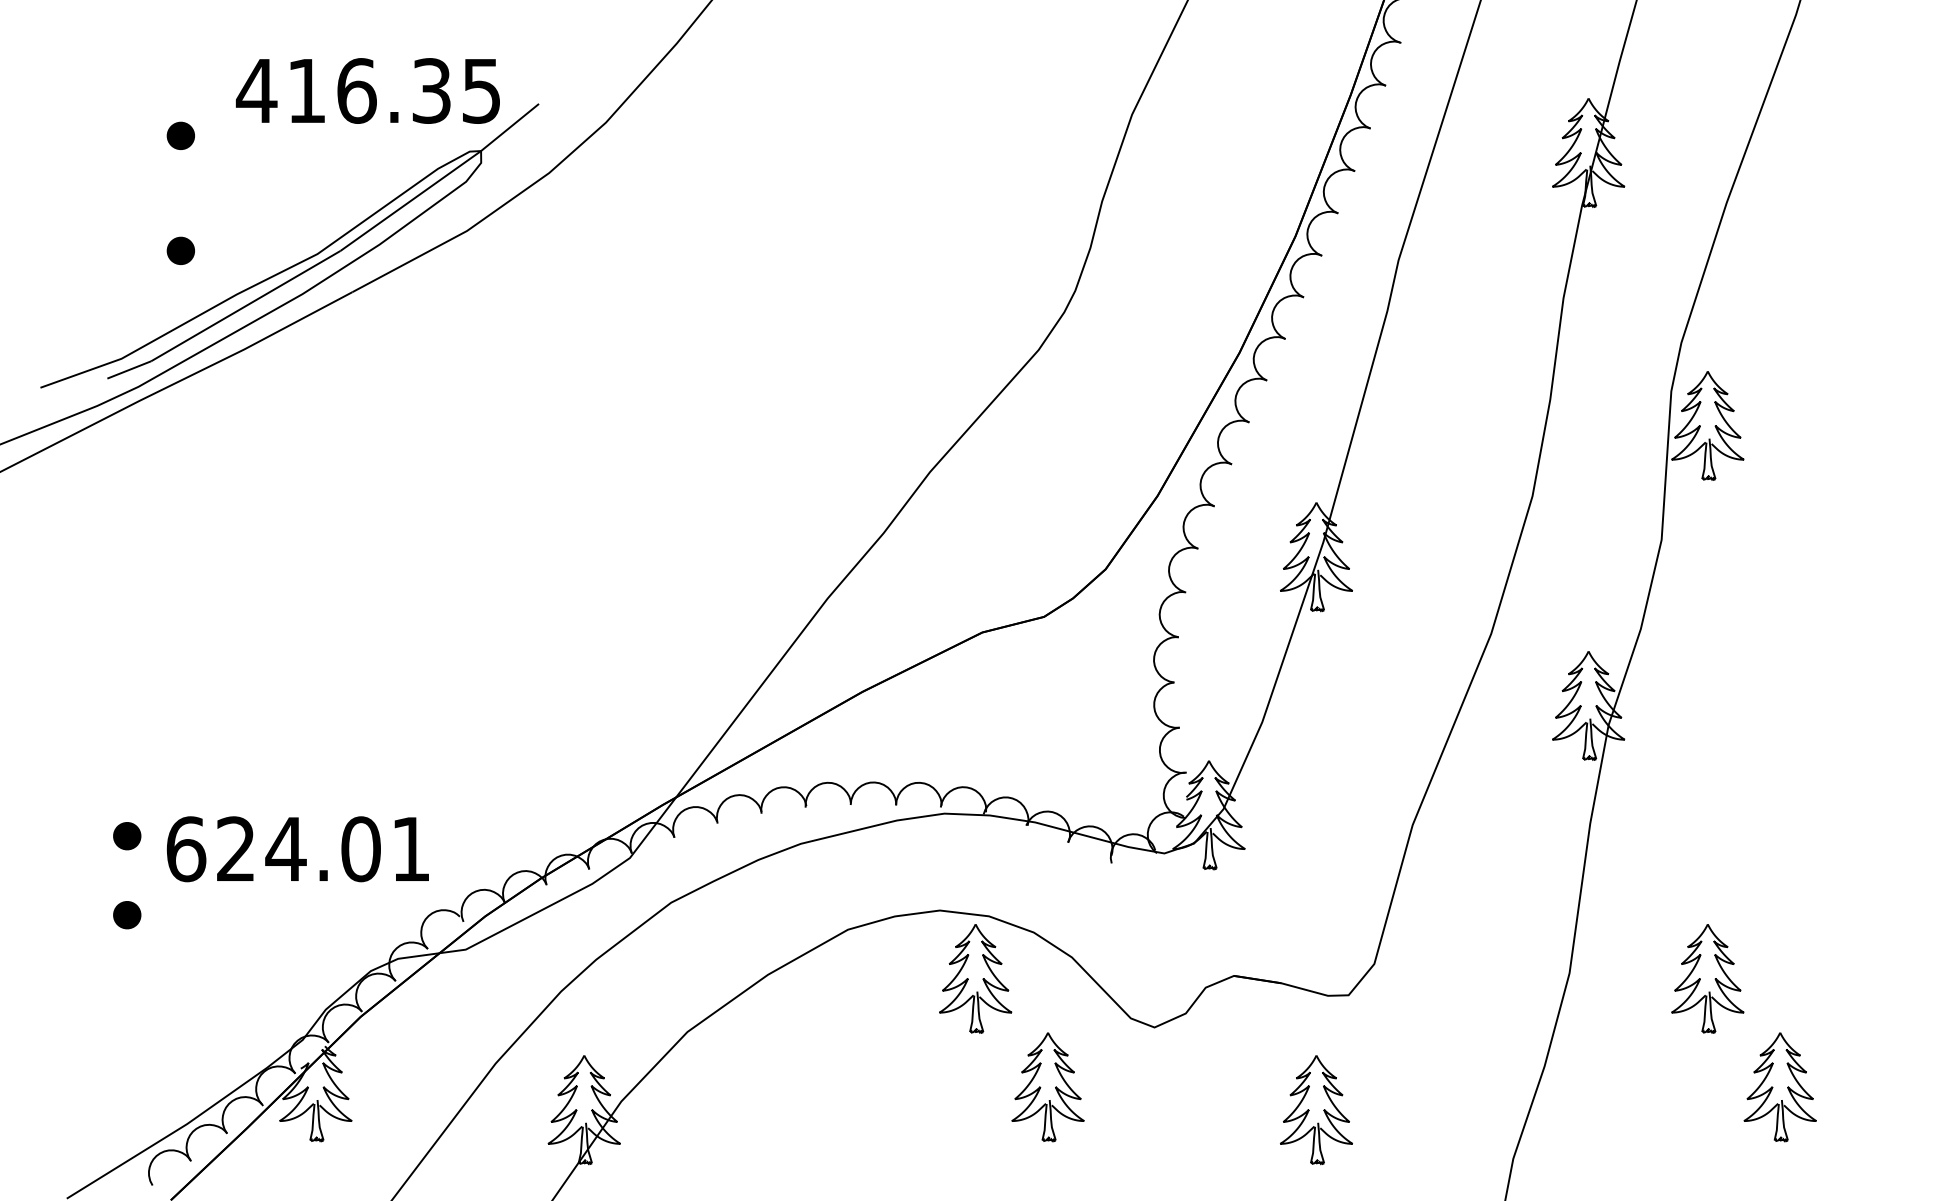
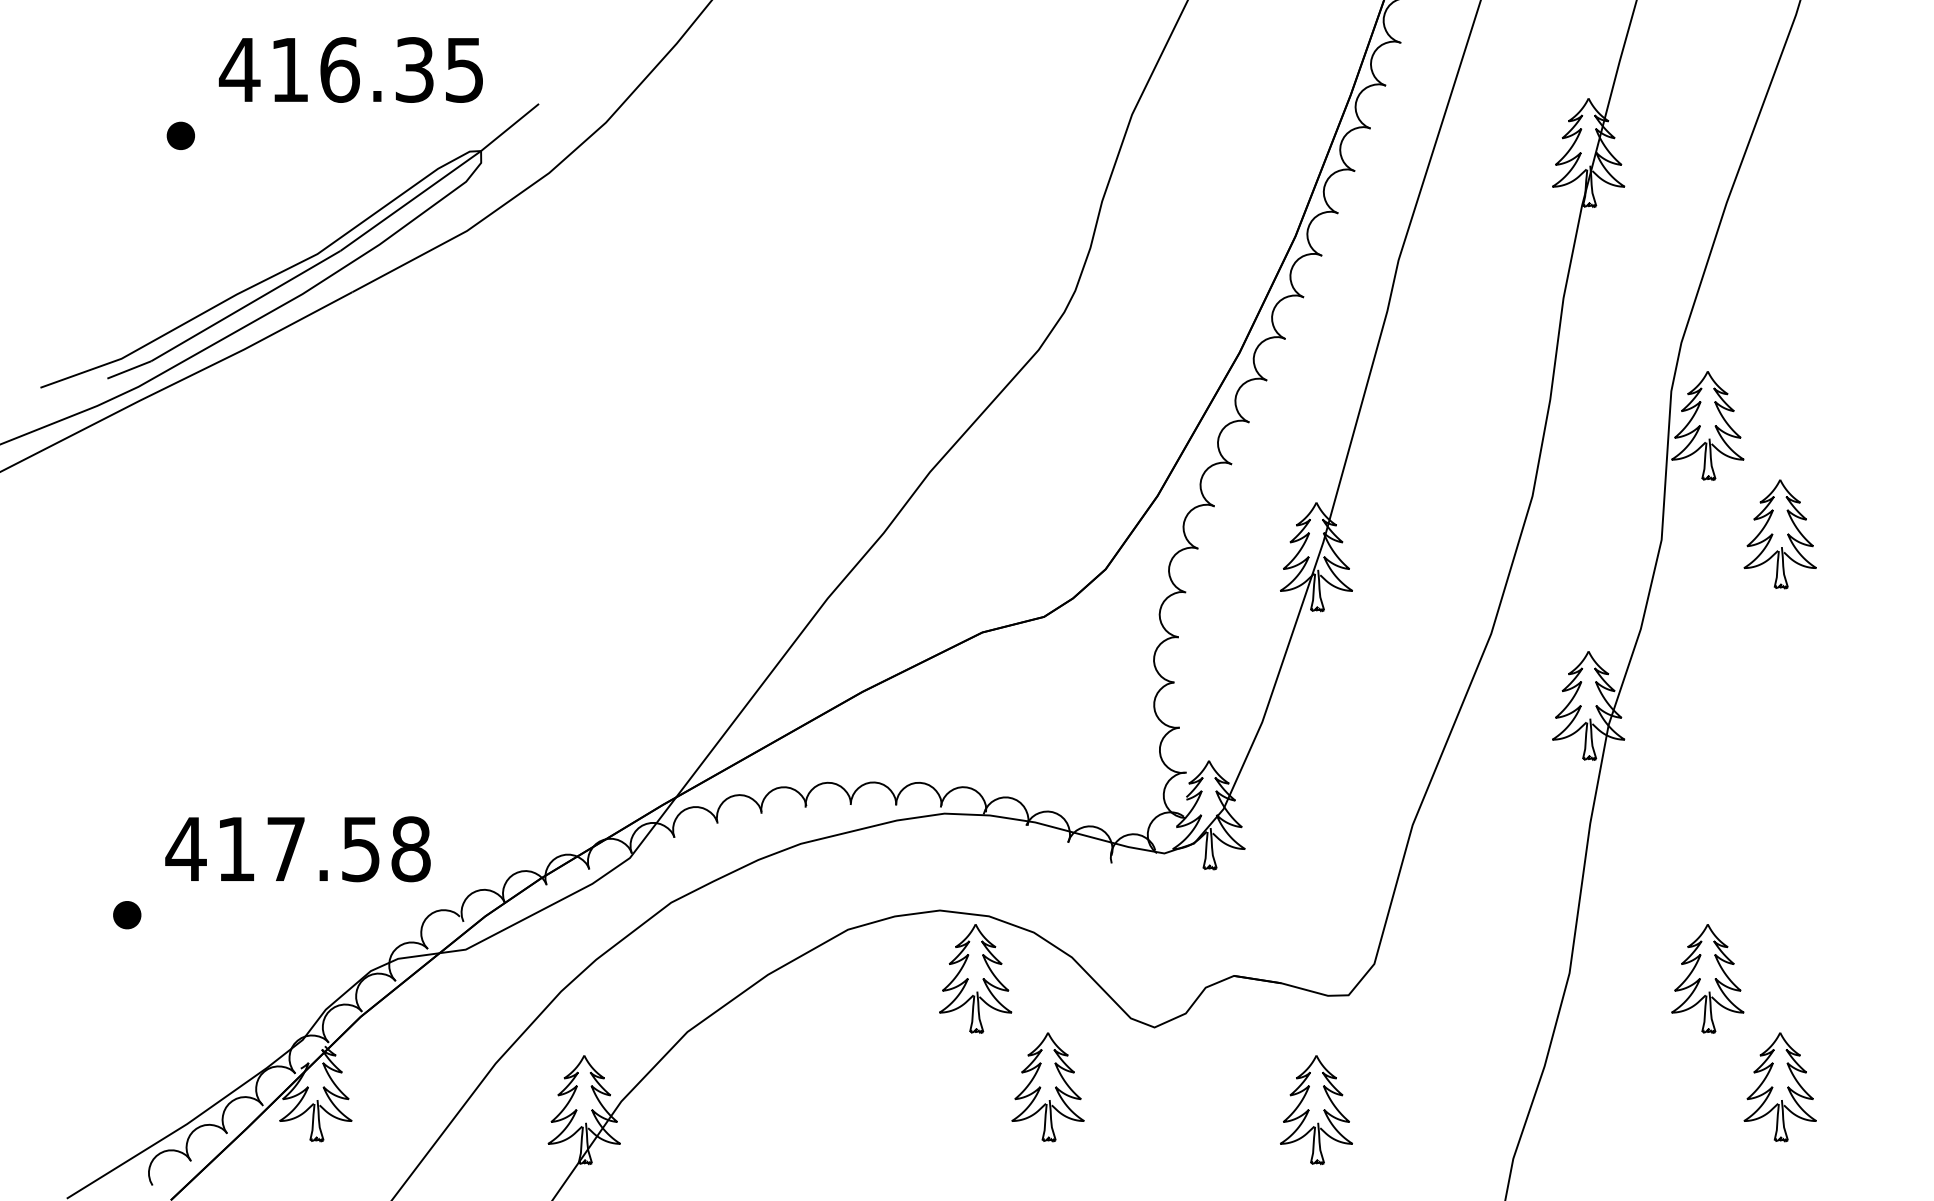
text at (367, 90) position: (367, 90) -> (350, 69)
part at (180, 250): present -> none
part at (1779, 534): none -> present
part at (127, 836): present -> none
text at (297, 849): 624.01 -> 417.58
